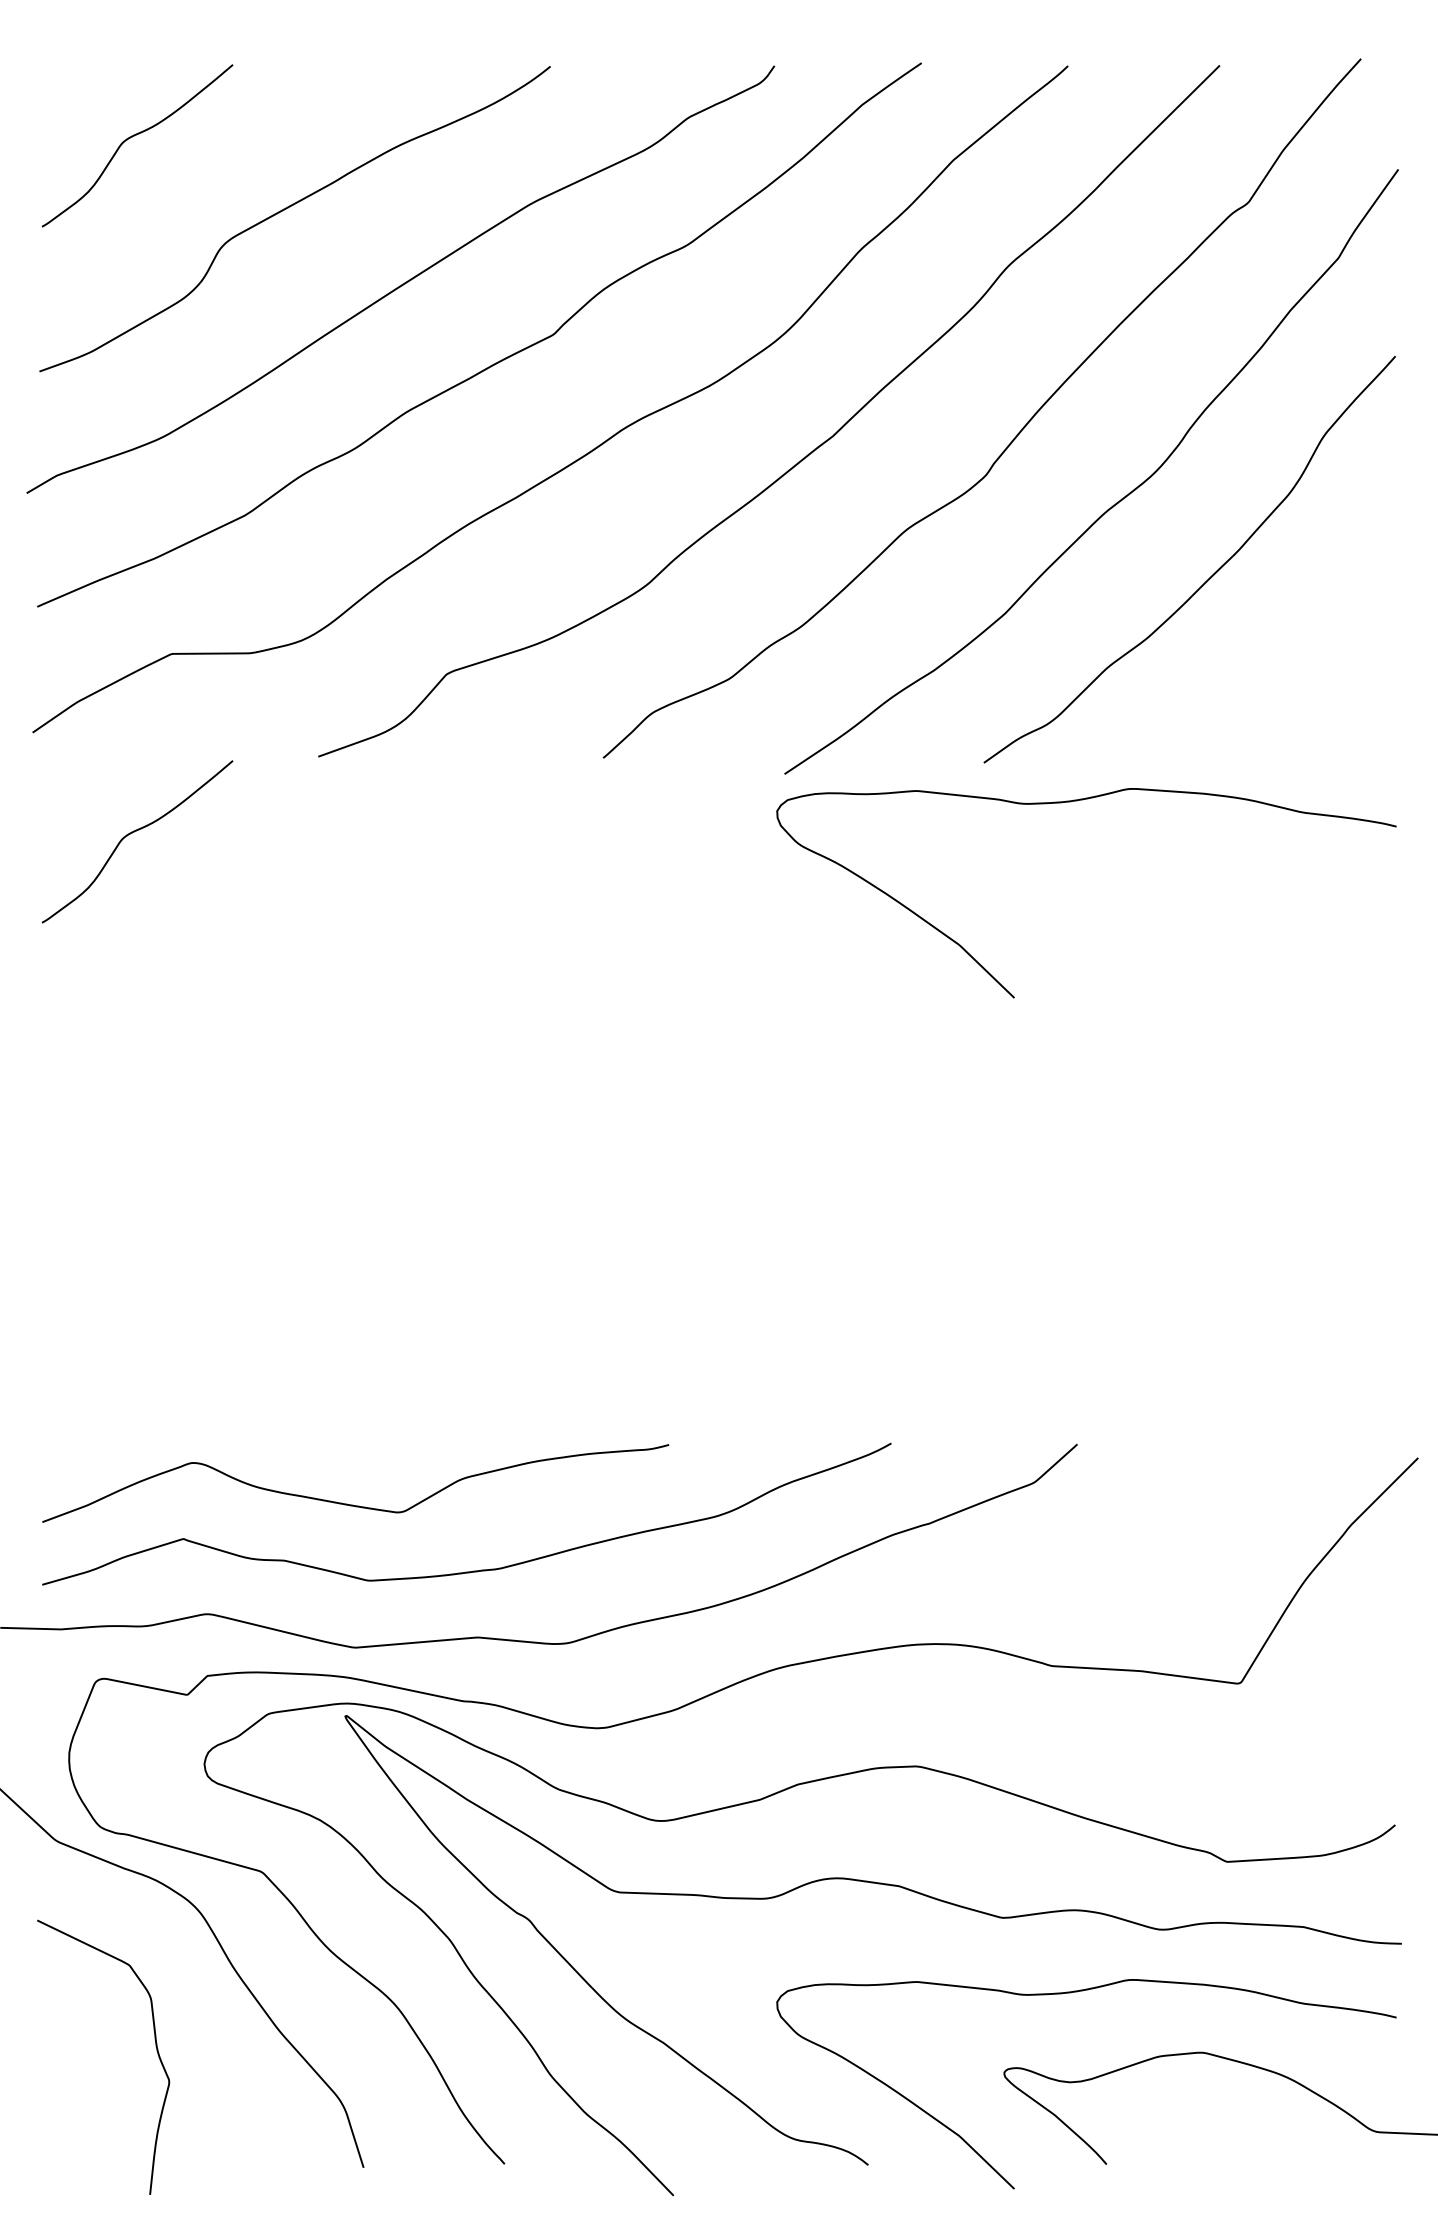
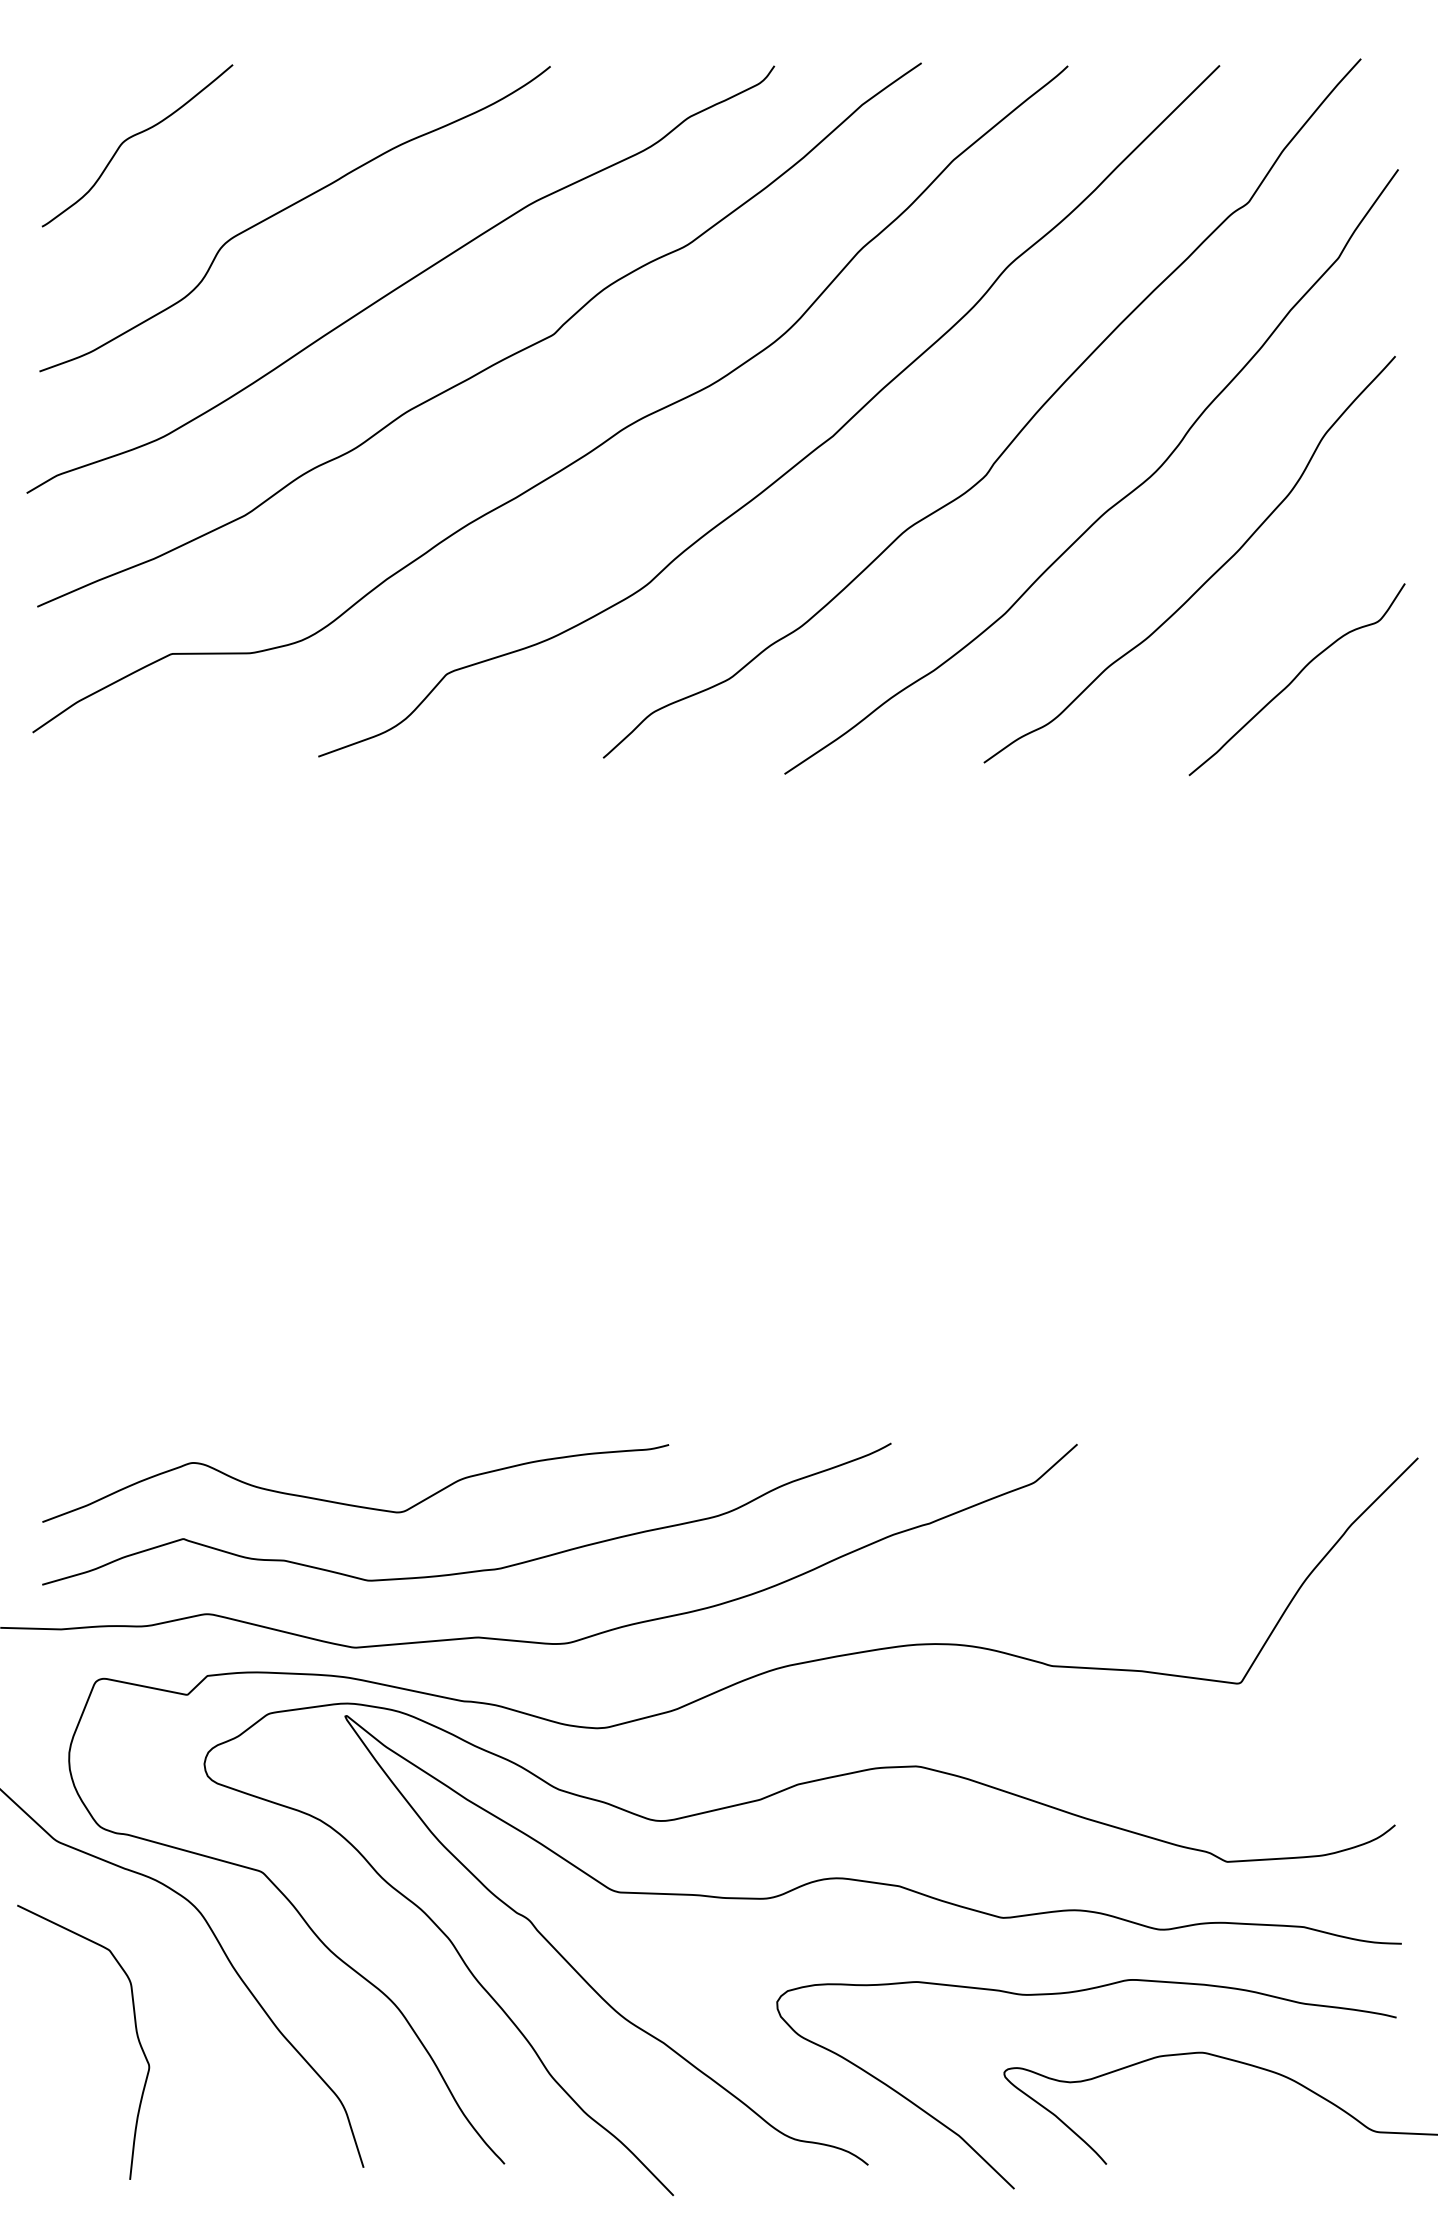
curve at (1296, 678): none -> present
curve at (1070, 802): present -> none
curve at (132, 833): present -> none
curve at (155, 2046) position: (155, 2046) -> (135, 2031)
